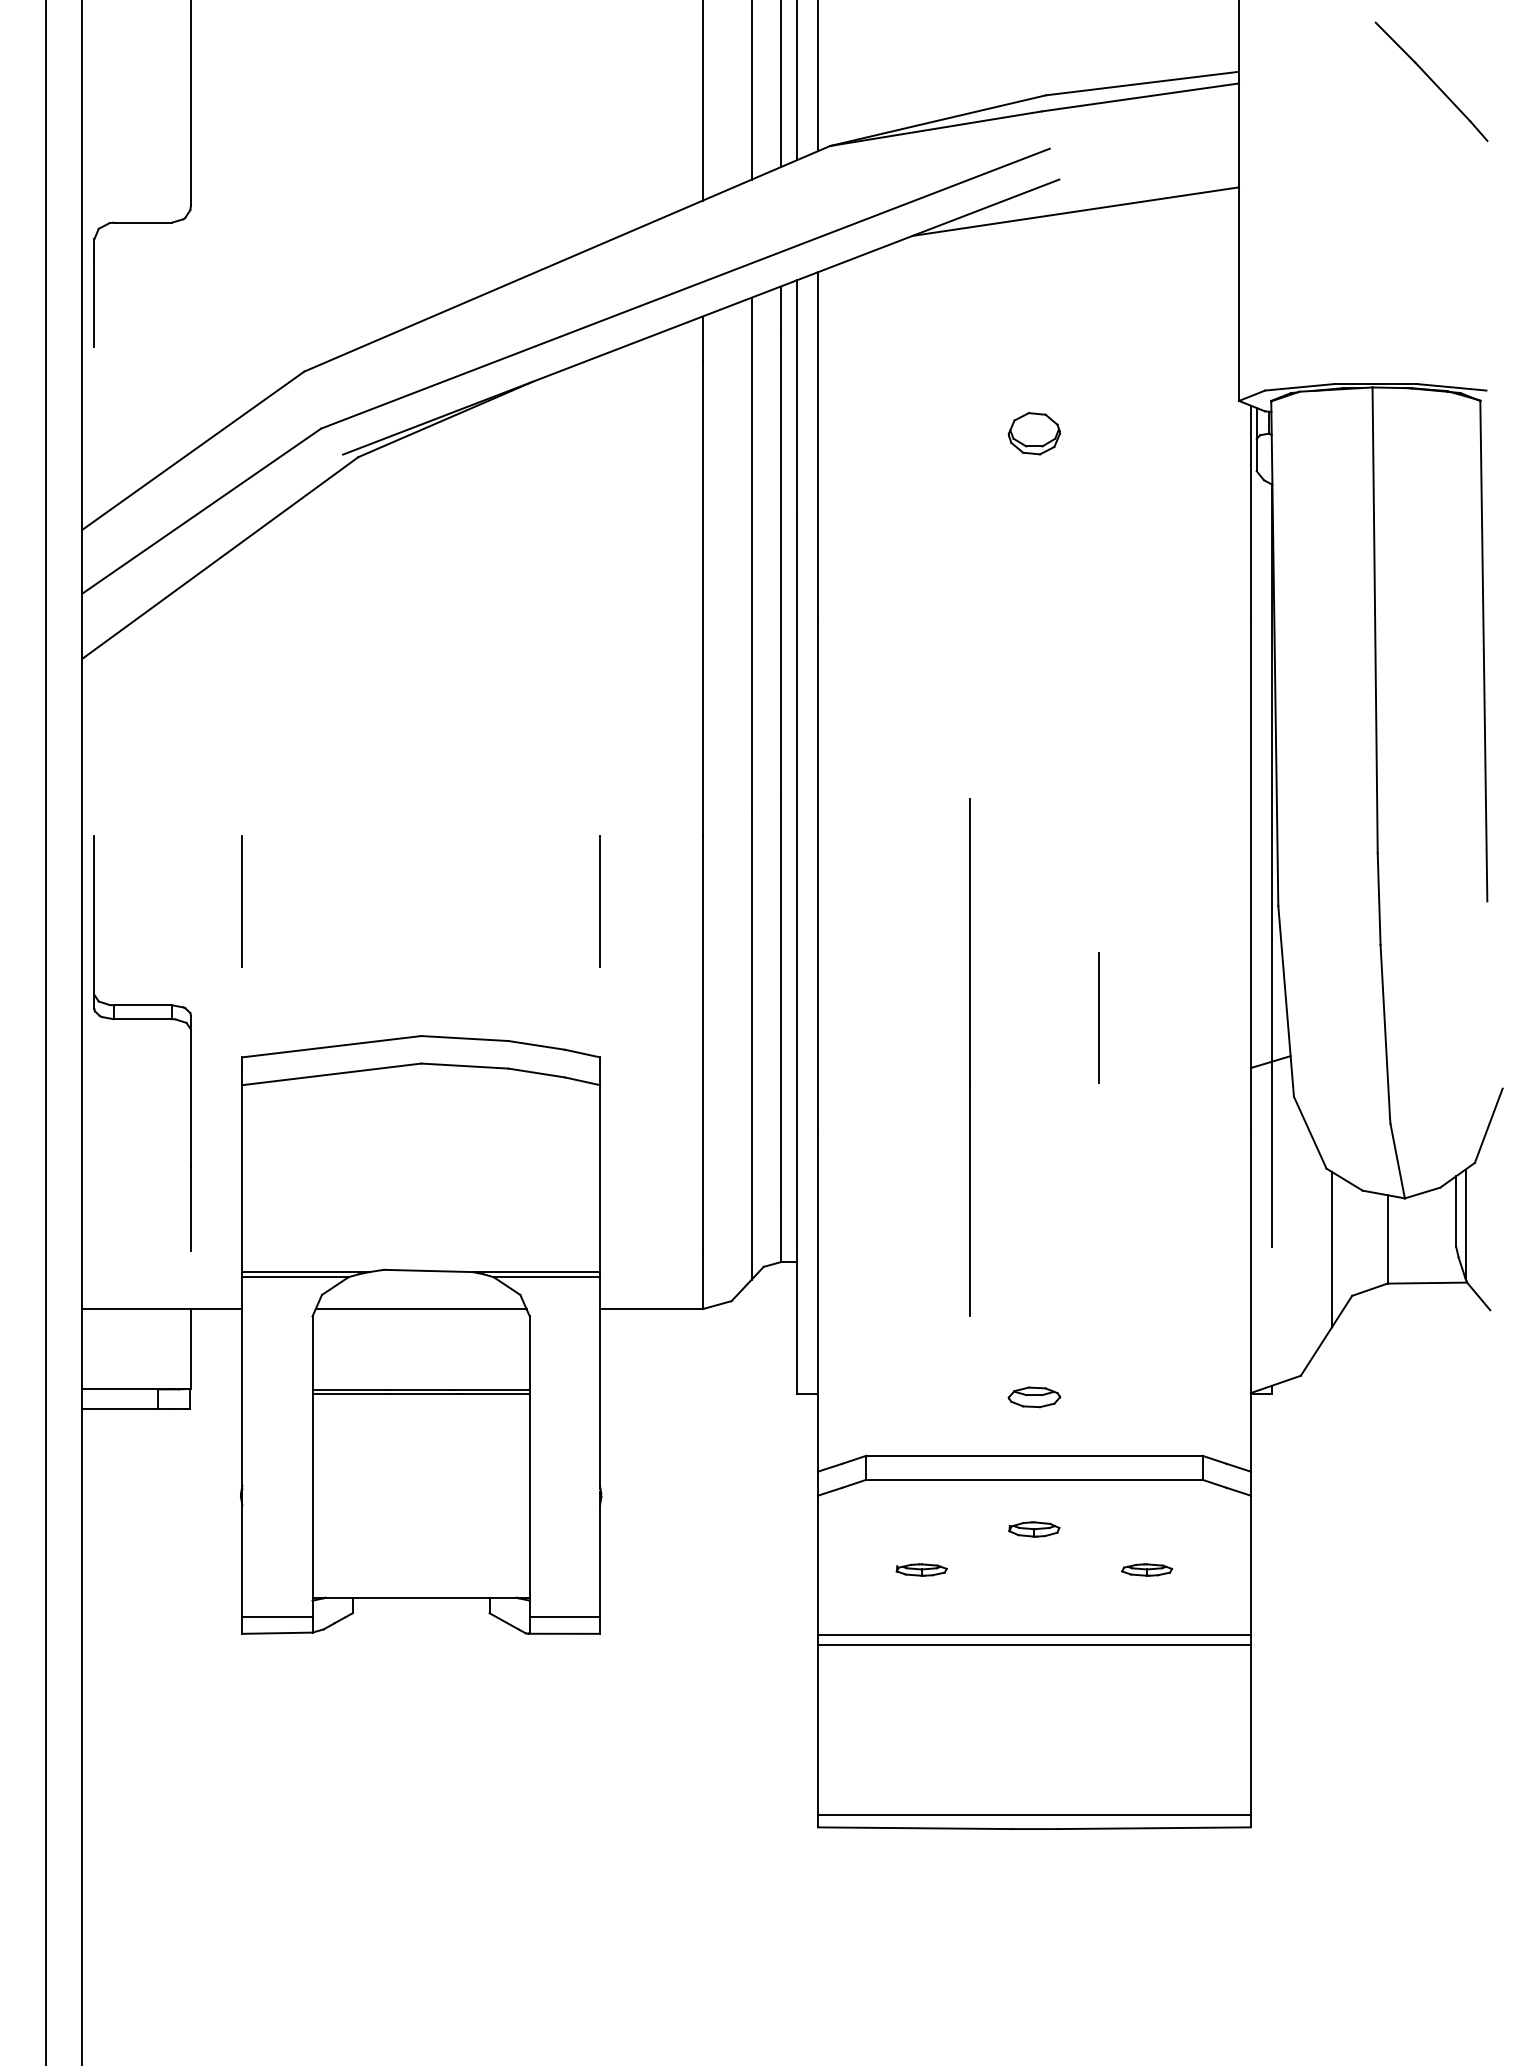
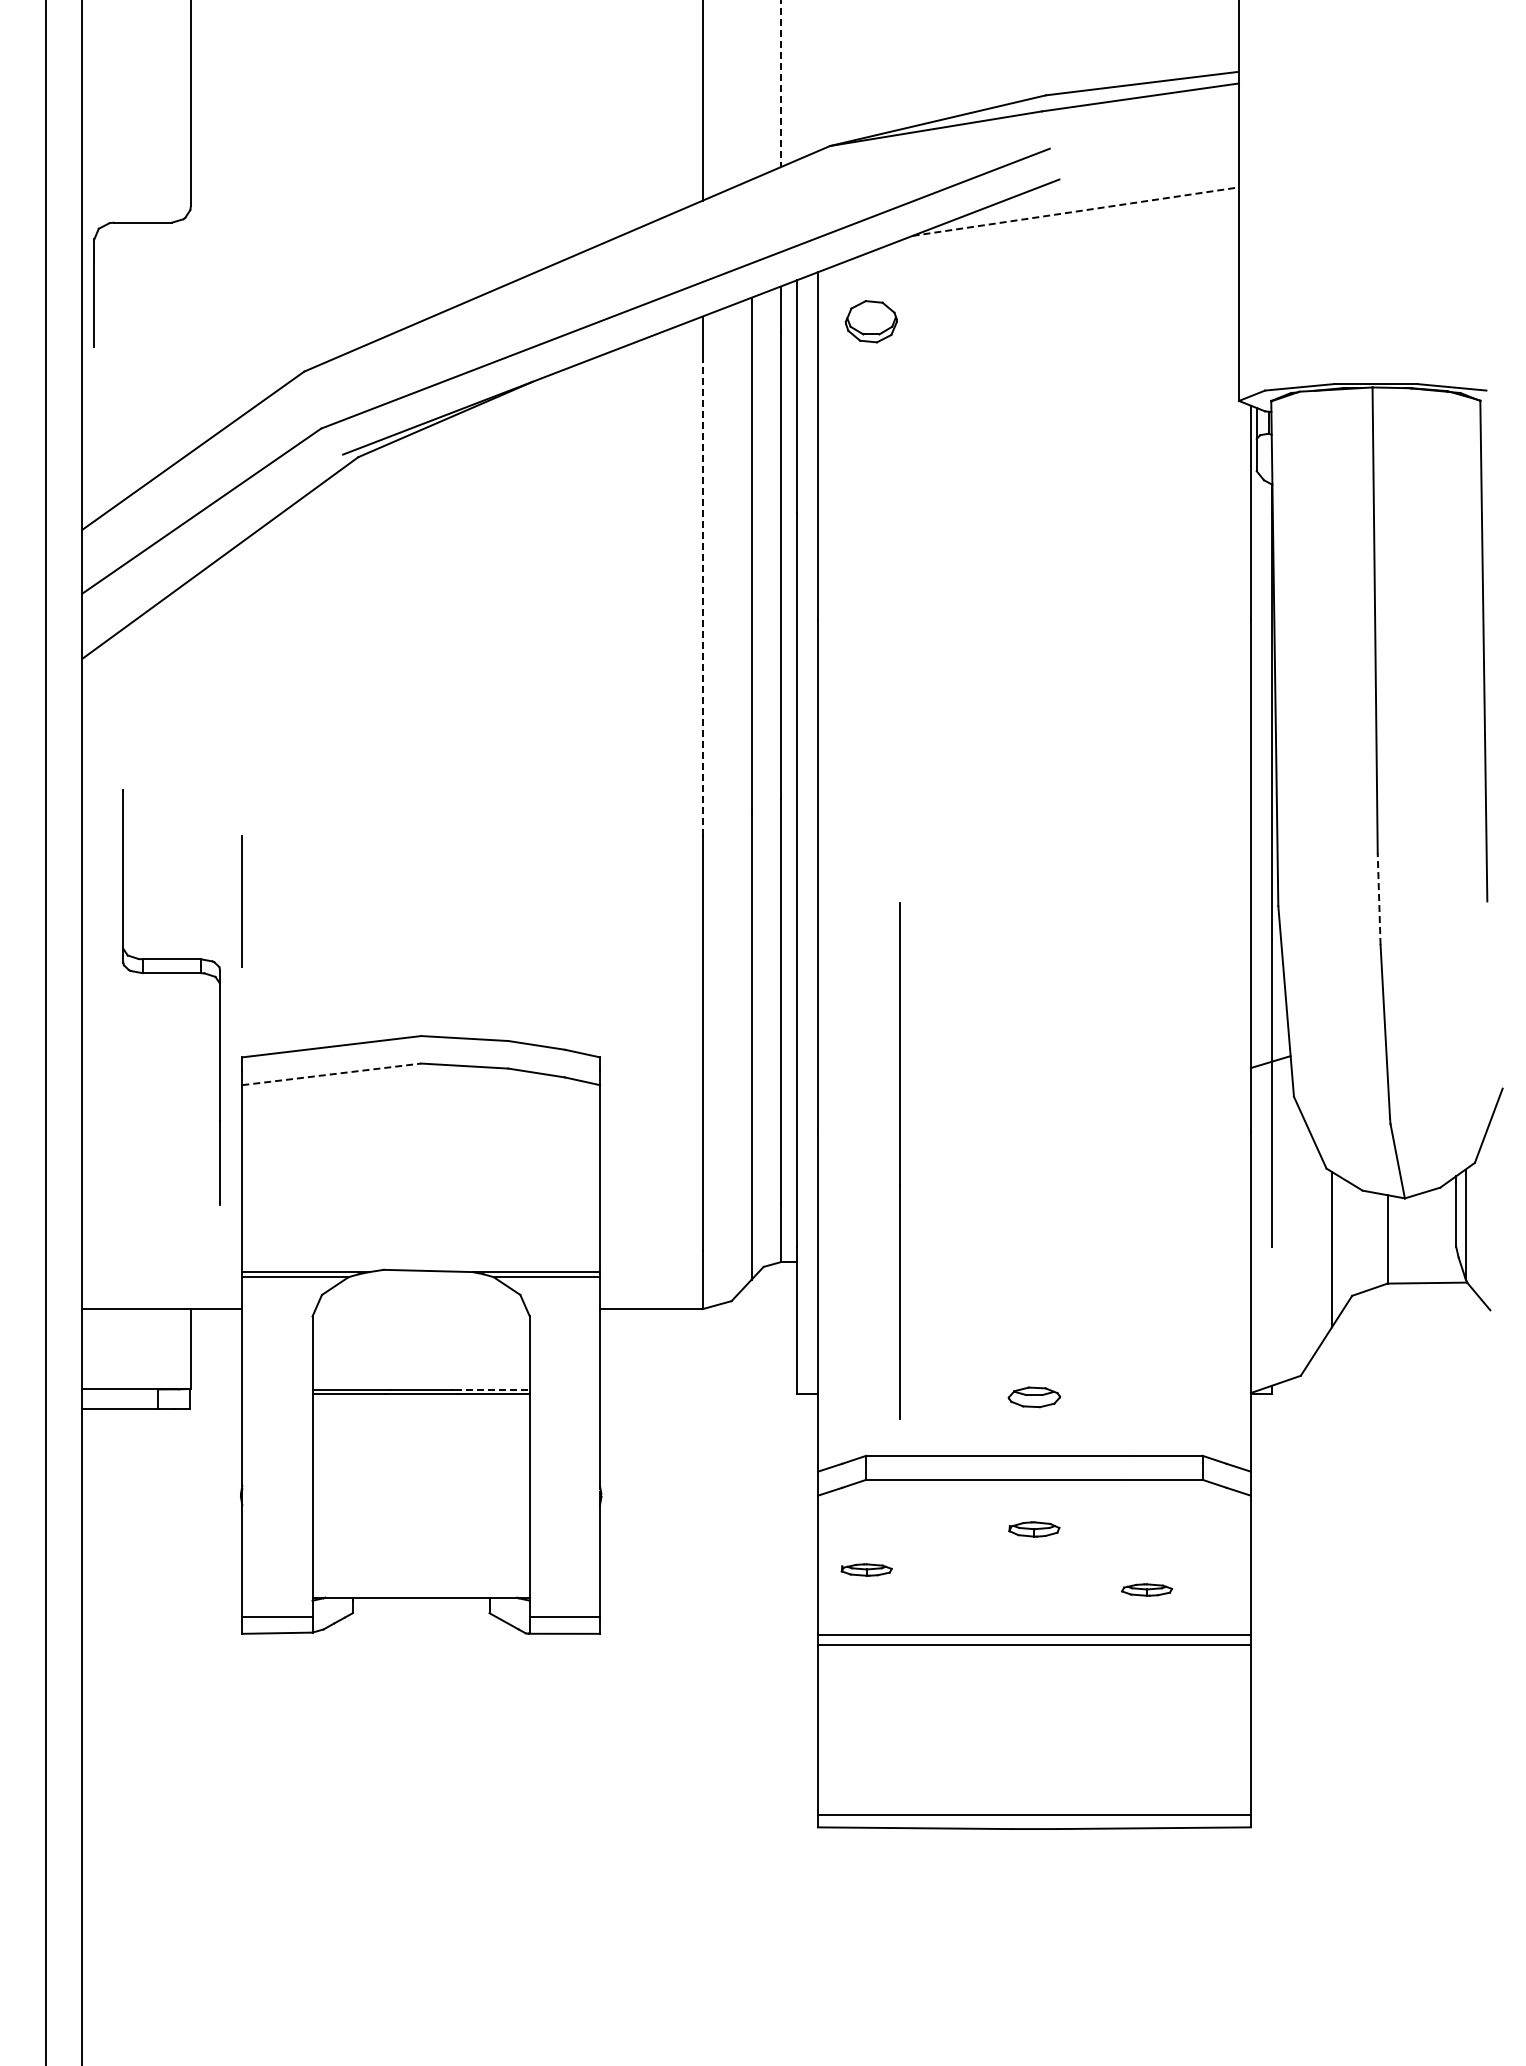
line at (818, 76): present -> none
line at (797, 81): present -> none
part at (1431, 81): present -> none
line at (780, 84): solid -> dashed
line at (751, 90): present -> none
line at (1076, 211): solid -> dashed
part at (1033, 433) position: (1033, 433) -> (870, 321)
line at (702, 598): solid -> dashed
line at (1379, 899): solid -> dashed
line at (600, 901): present -> none
line at (1099, 1018): present -> none
part at (142, 1019) position: (142, 1019) -> (171, 973)
line at (969, 1057) position: (969, 1057) -> (899, 1160)
line at (332, 1074): solid -> dashed
line at (420, 1309): present -> none
line at (492, 1389): solid -> dashed
part at (921, 1569) position: (921, 1569) -> (866, 1569)
part at (1147, 1569) position: (1147, 1569) -> (1147, 1589)
